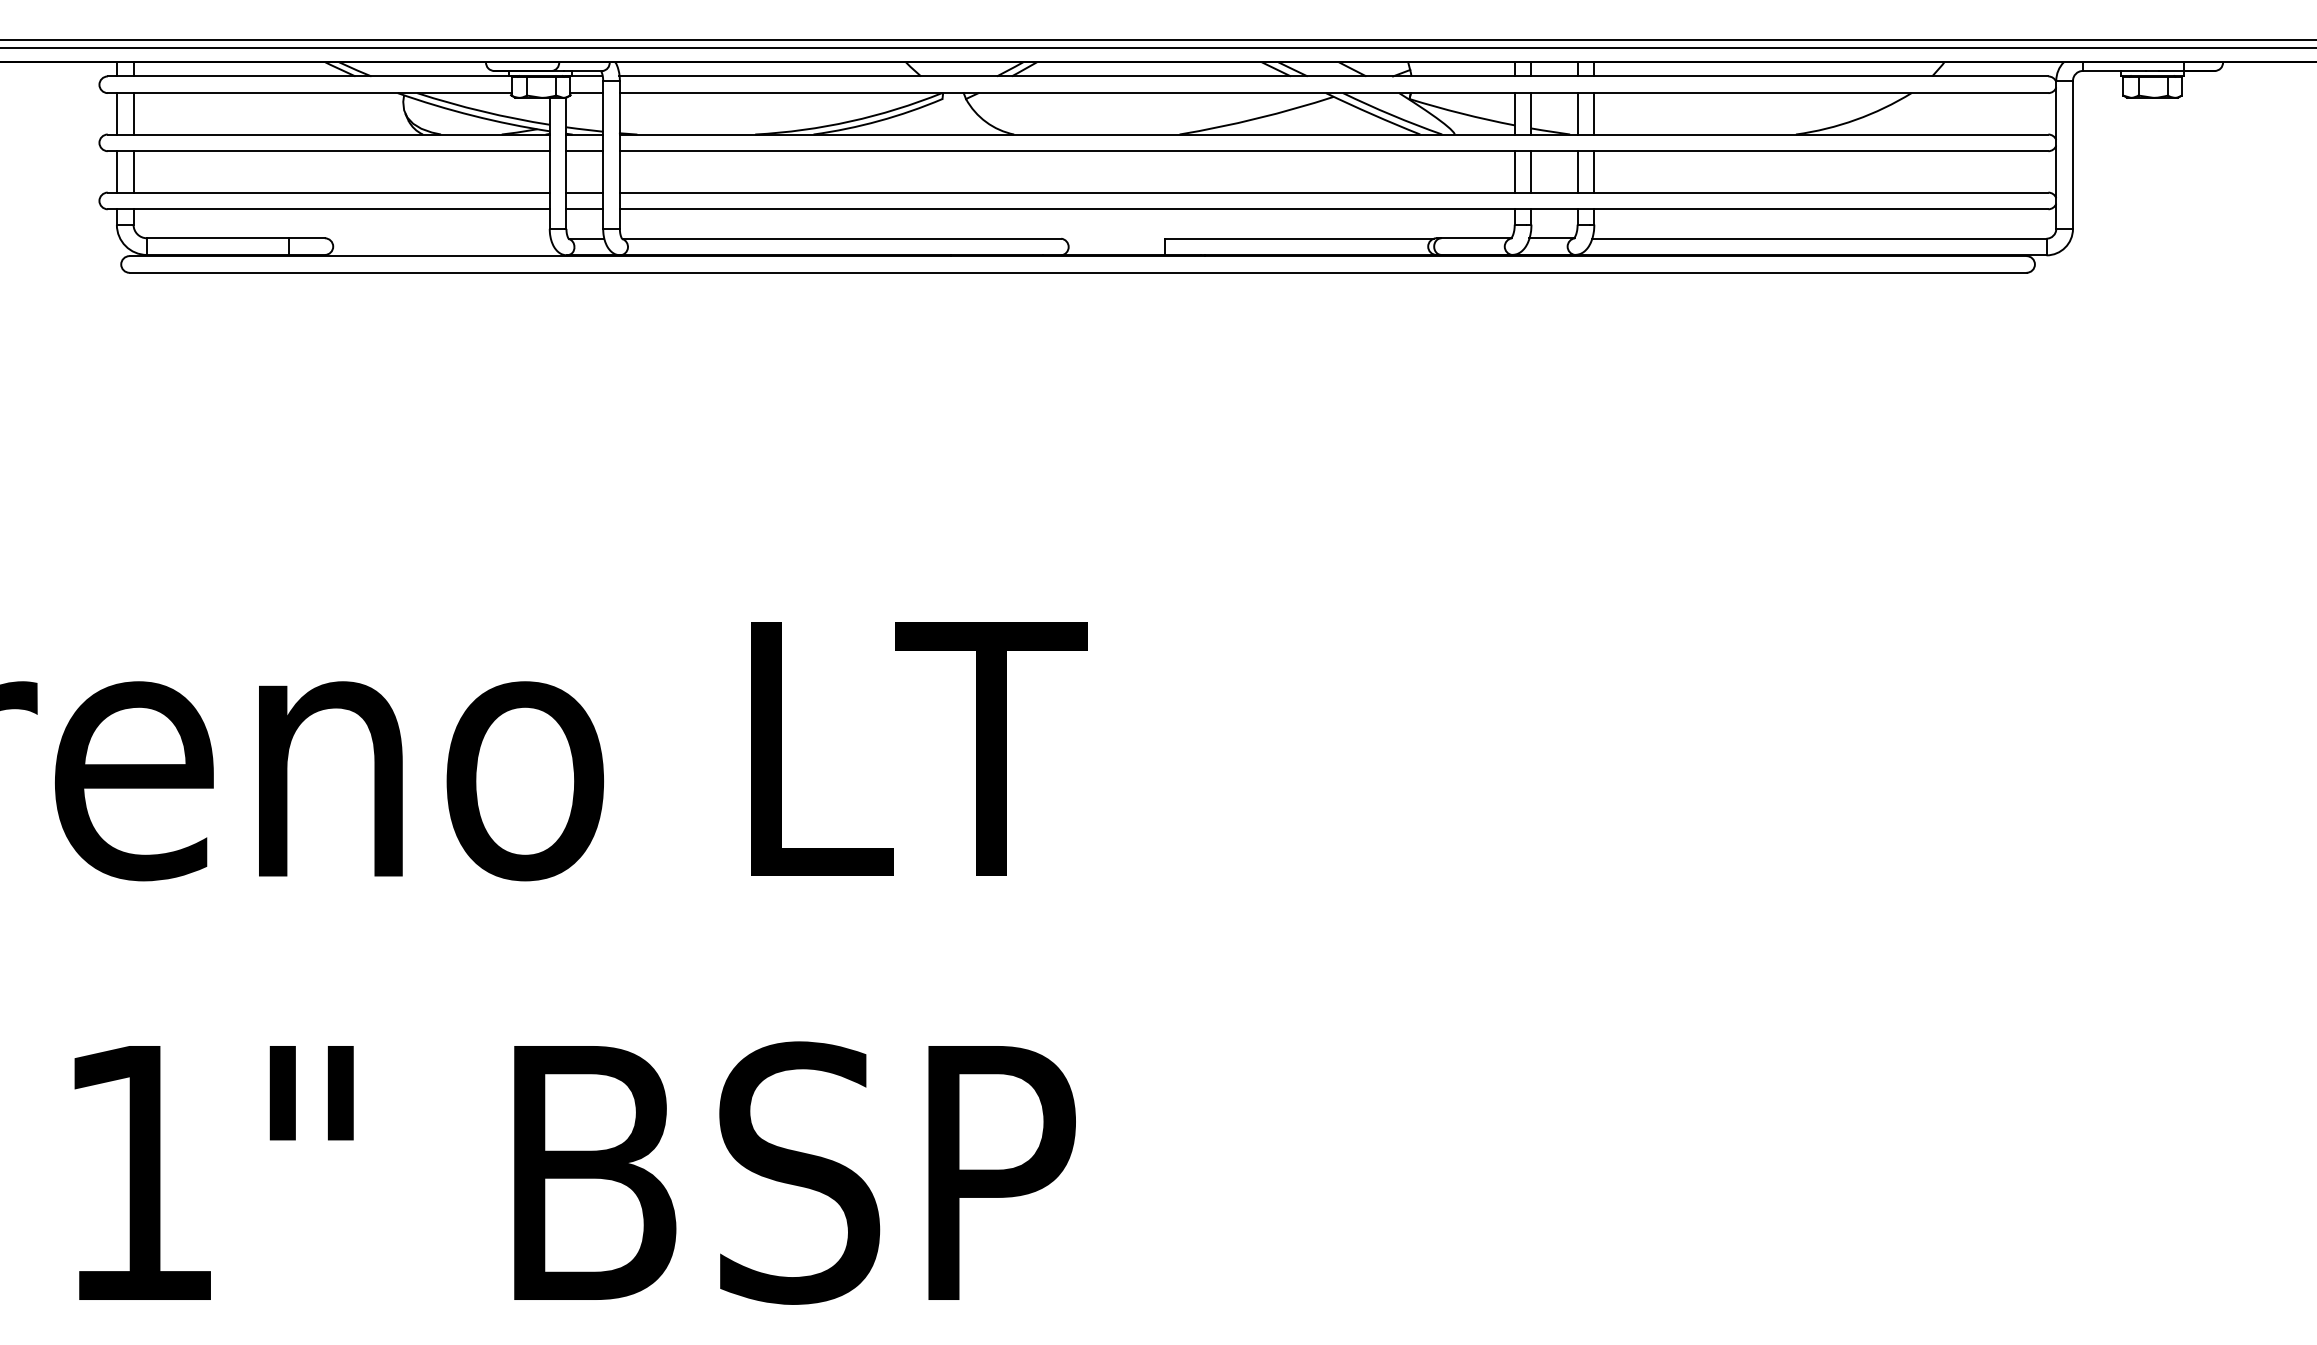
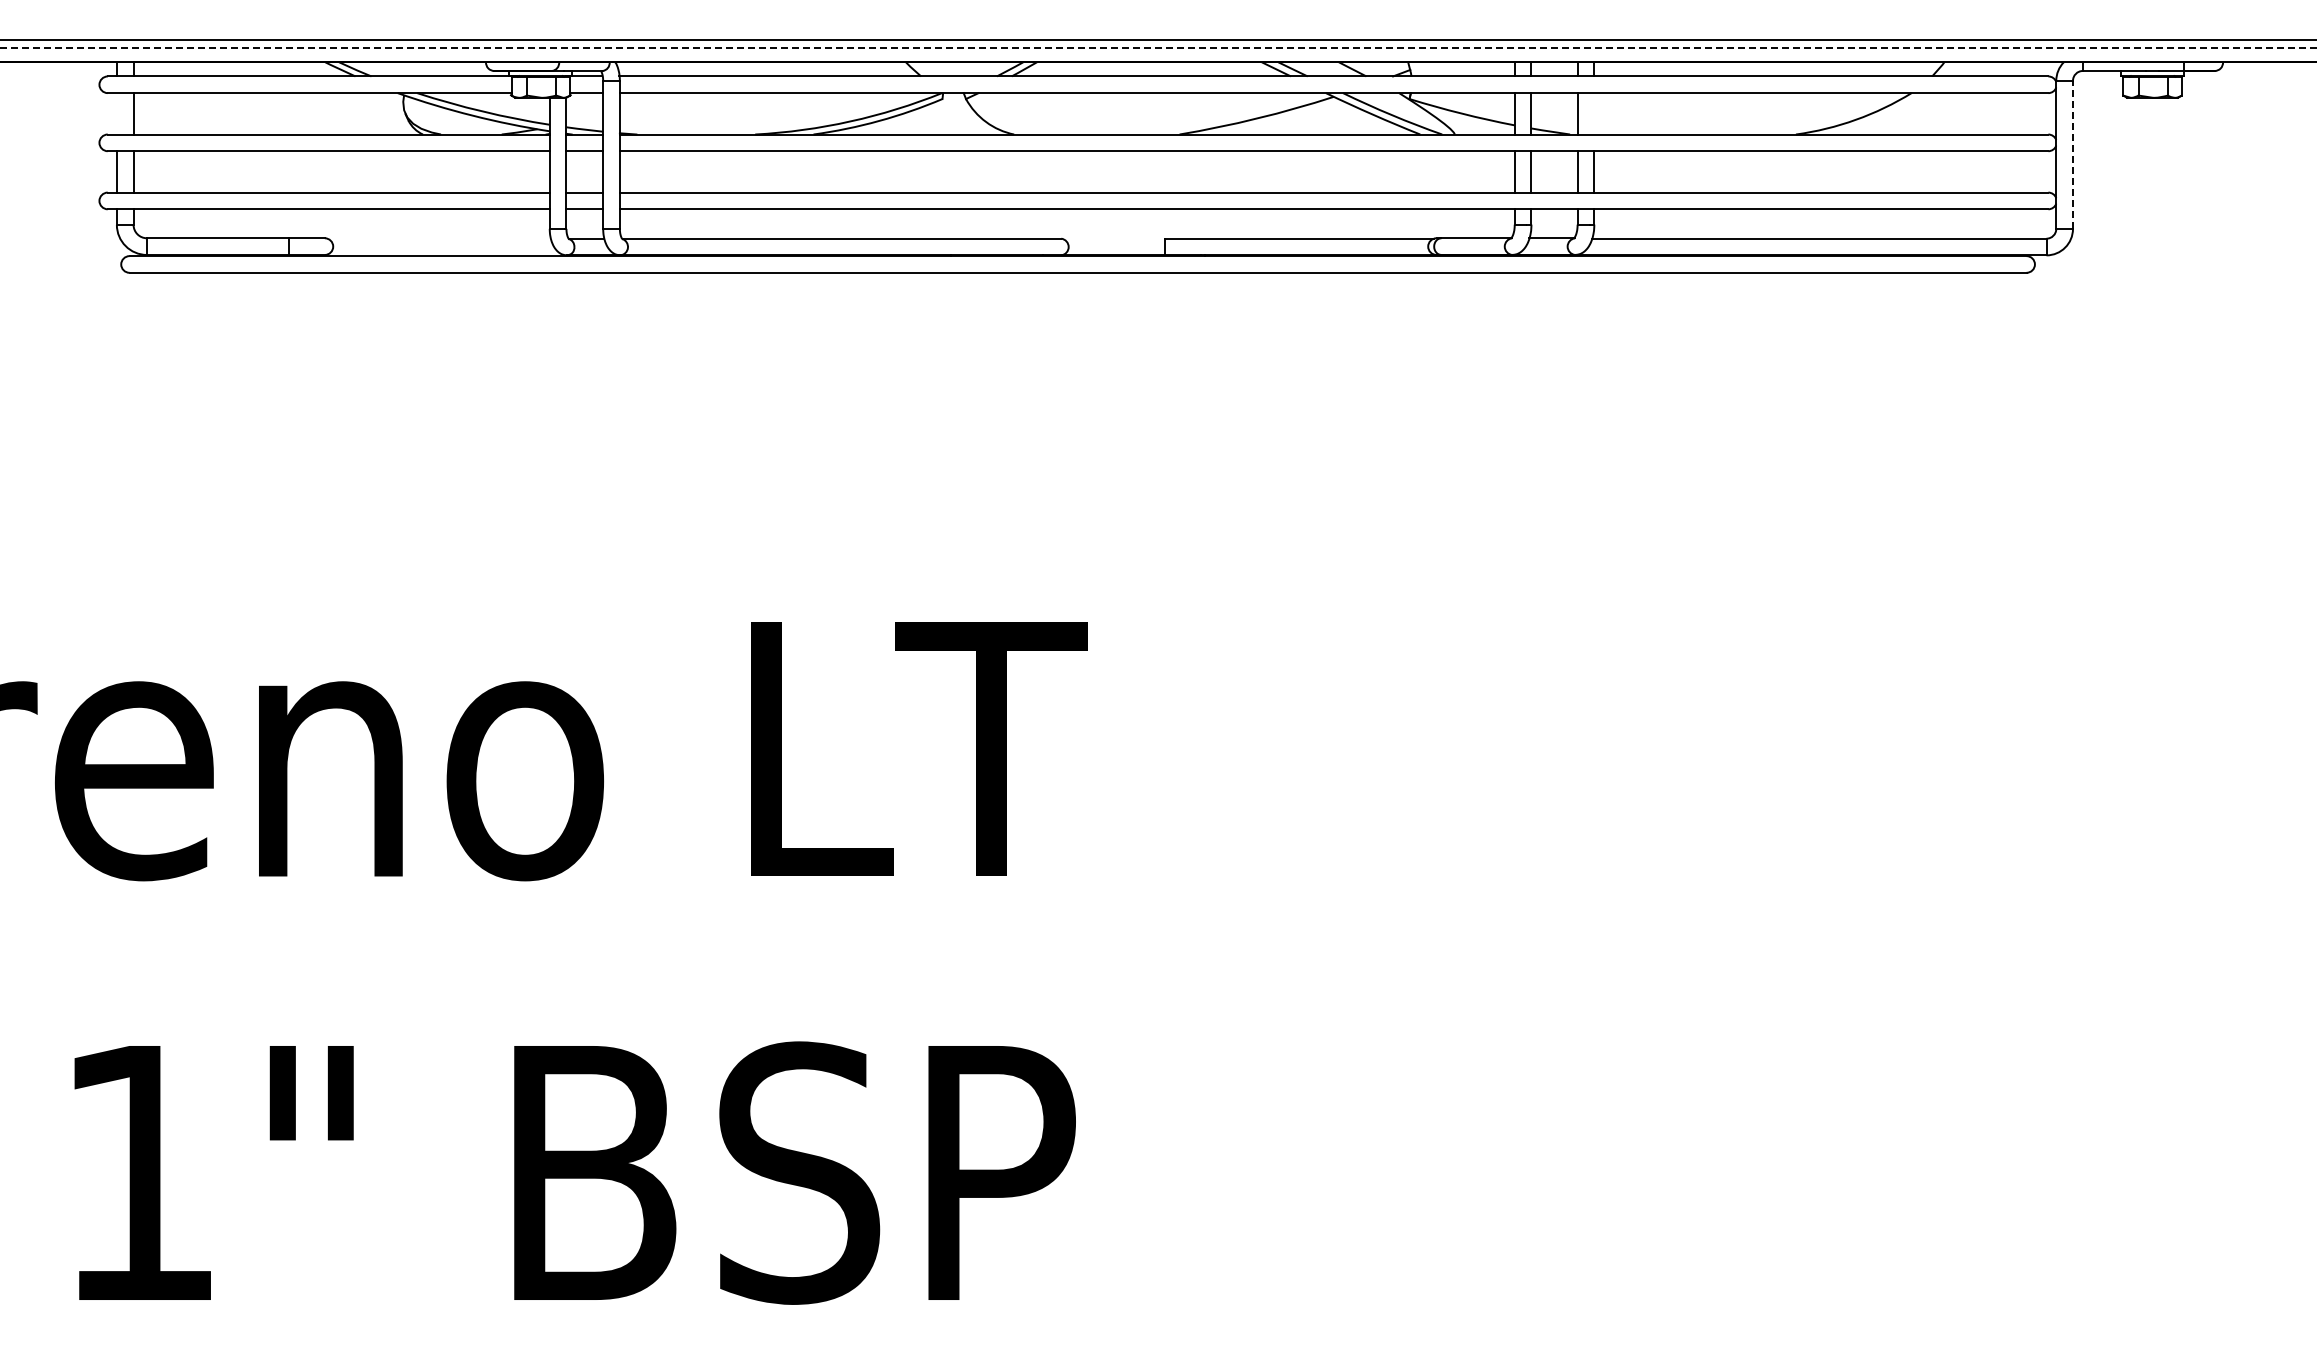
line at (1158, 47): solid -> dashed
line at (116, 113): present -> none
line at (1594, 113): present -> none
line at (2072, 154): solid -> dashed
